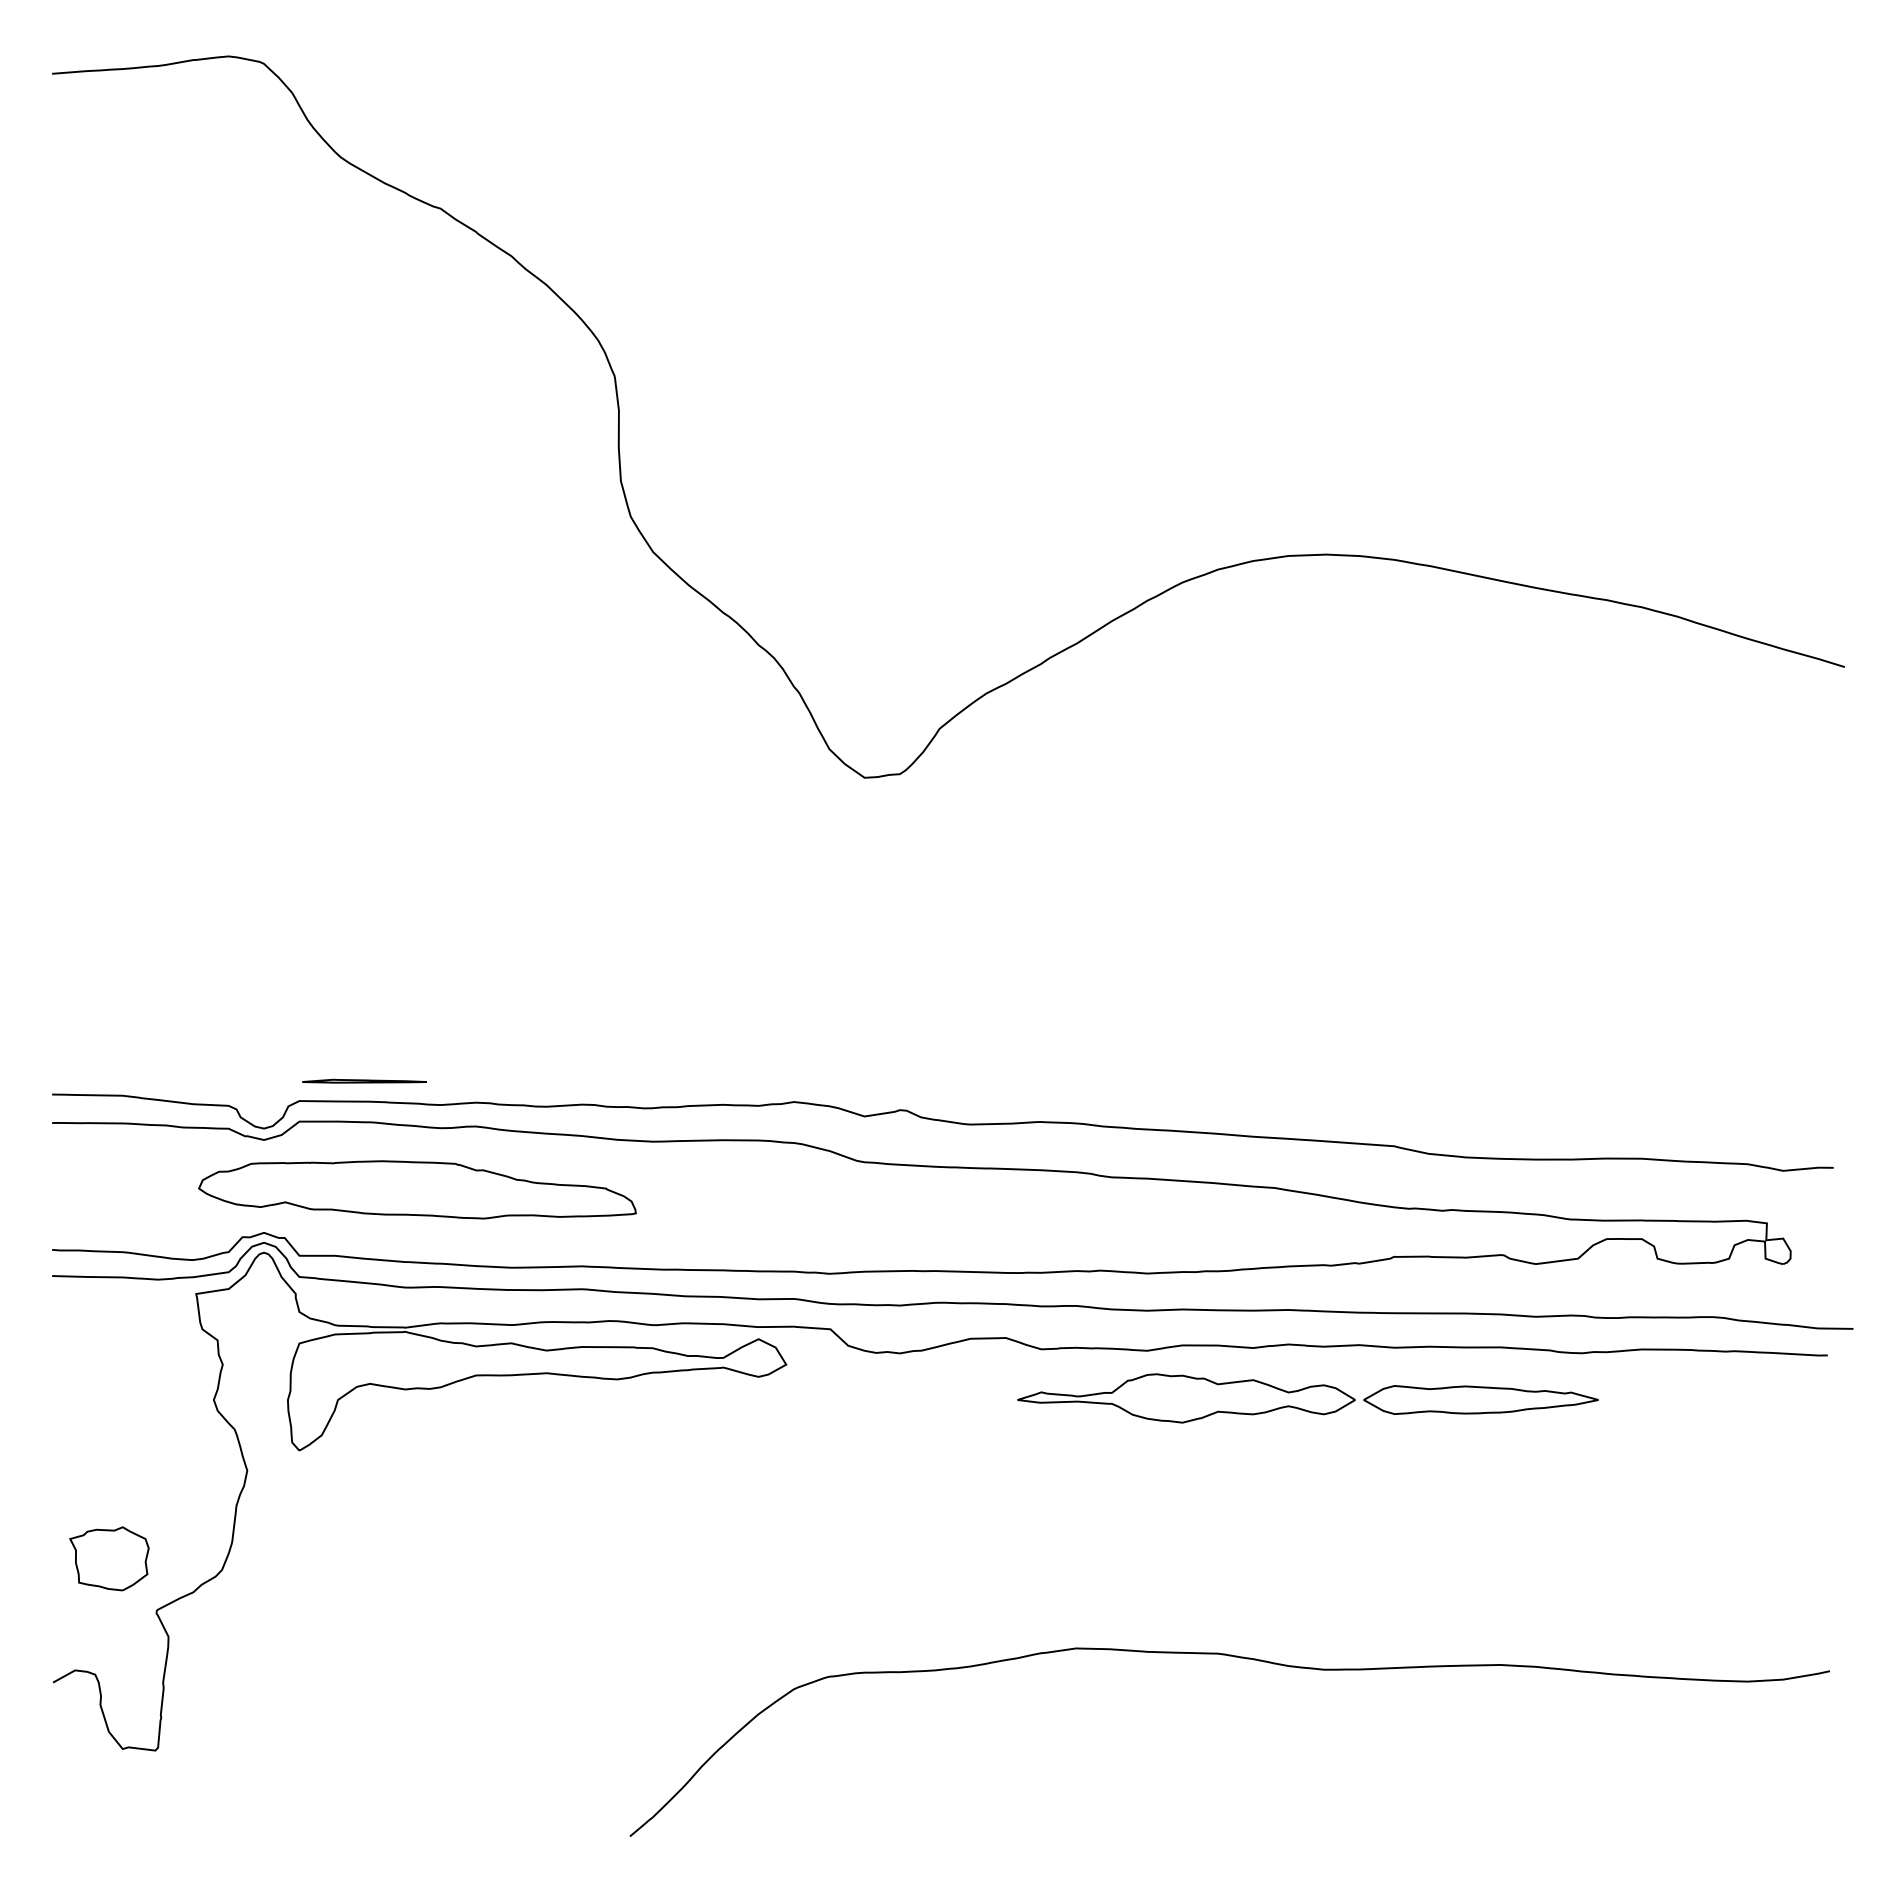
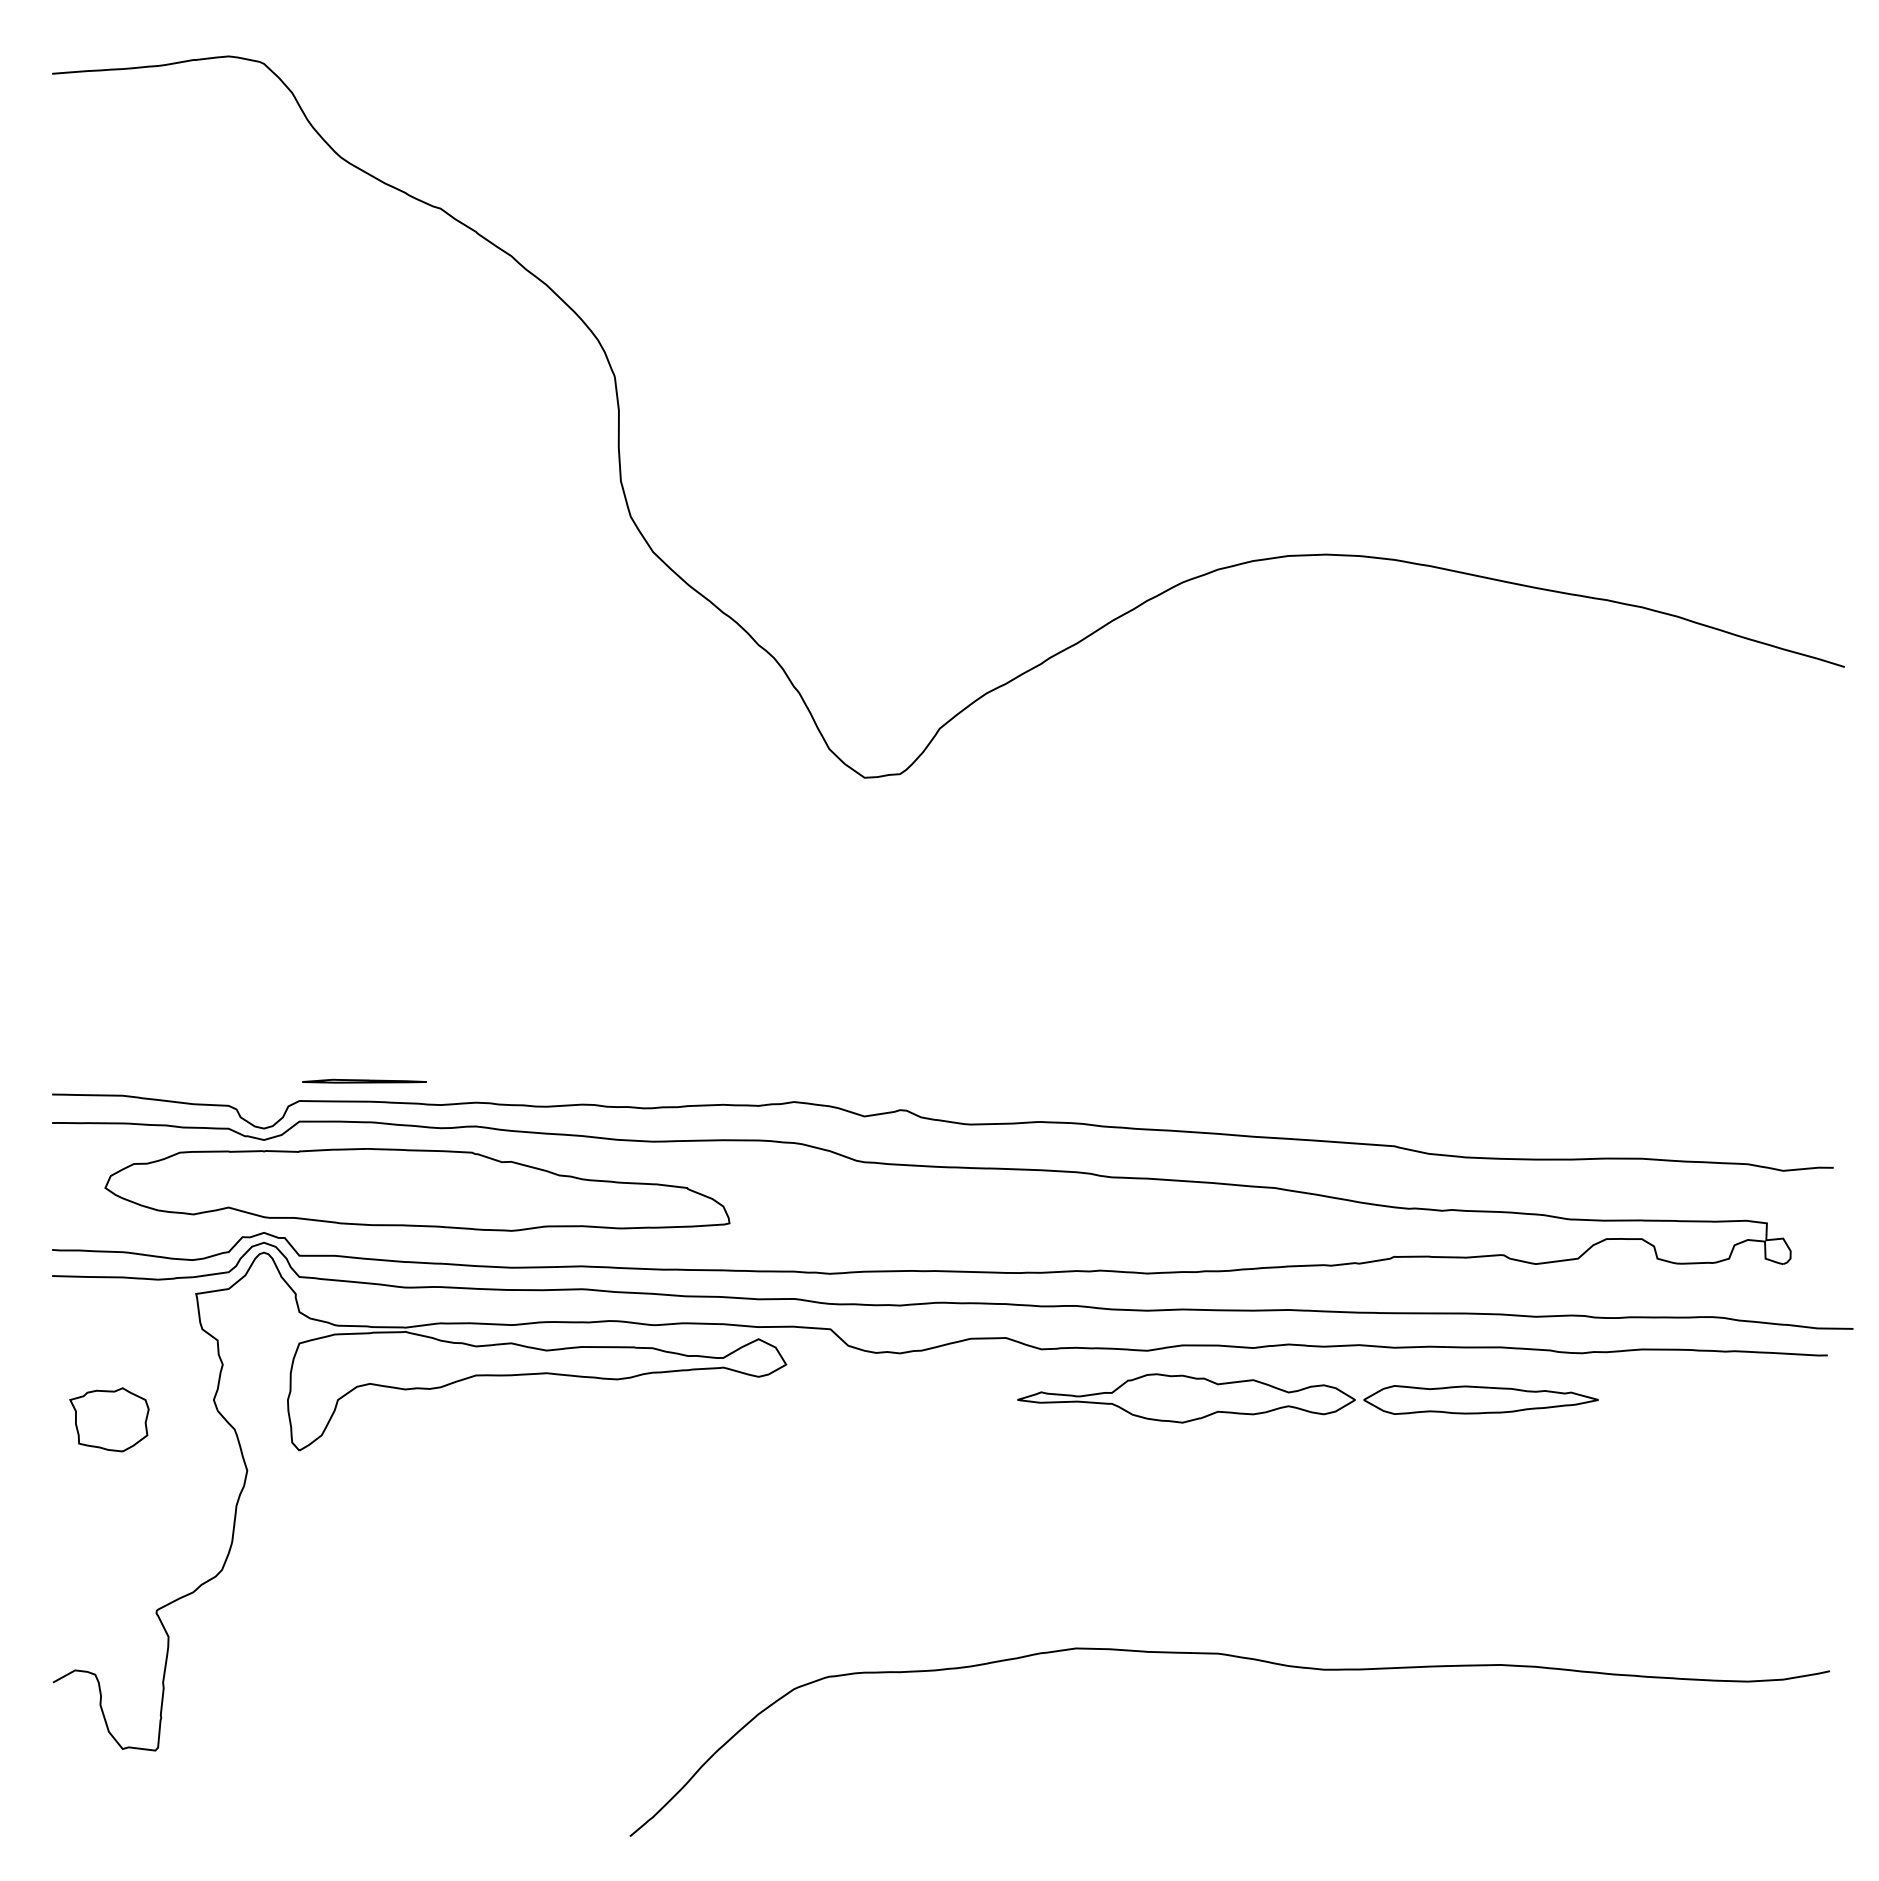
part at (417, 1189) size: 439x60 px -> 627x84 px
part at (109, 1558) position: (109, 1558) -> (109, 1419)
